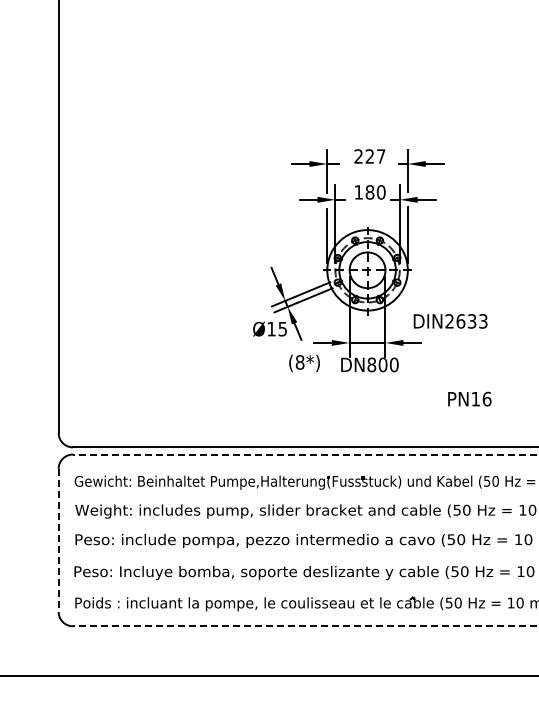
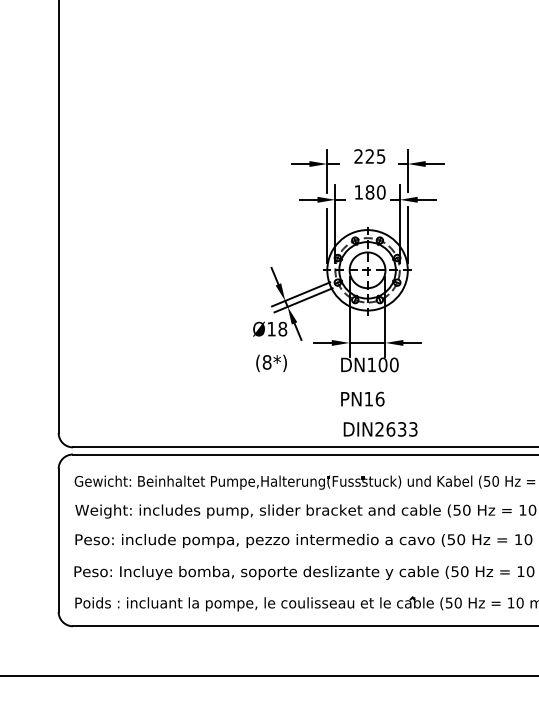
text at (381, 156): 227 -> 225
text at (450, 321) position: (450, 321) -> (380, 429)
text at (282, 328): Ø15 -> Ø18
text at (304, 363) position: (304, 363) -> (271, 363)
text at (371, 364): DN800 -> DN100
text at (469, 398) position: (469, 398) -> (362, 398)
line at (305, 454): dashed -> solid
line at (58, 540): dashed -> solid
line at (305, 626): dashed -> solid
